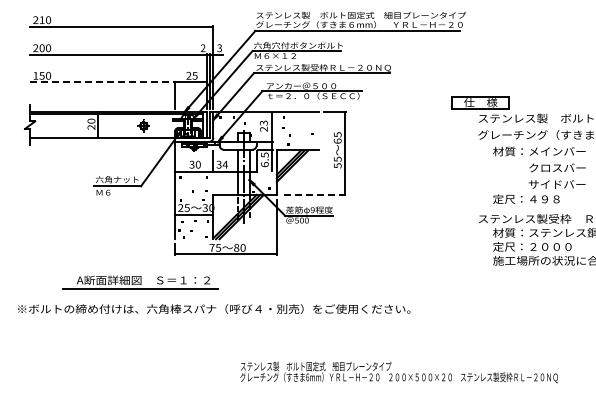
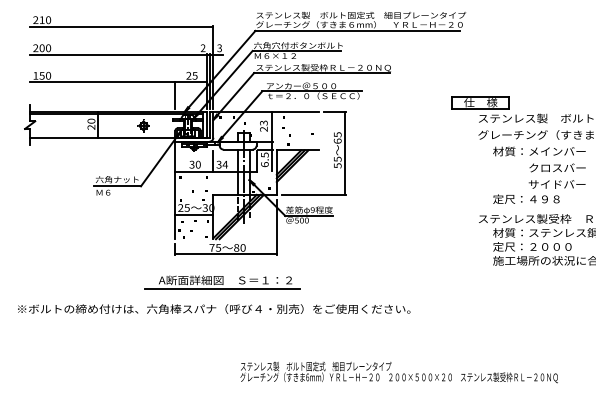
line at (102, 82): dashed -> solid
line at (313, 194): dashed -> solid
part at (140, 282) position: (140, 282) -> (222, 282)
